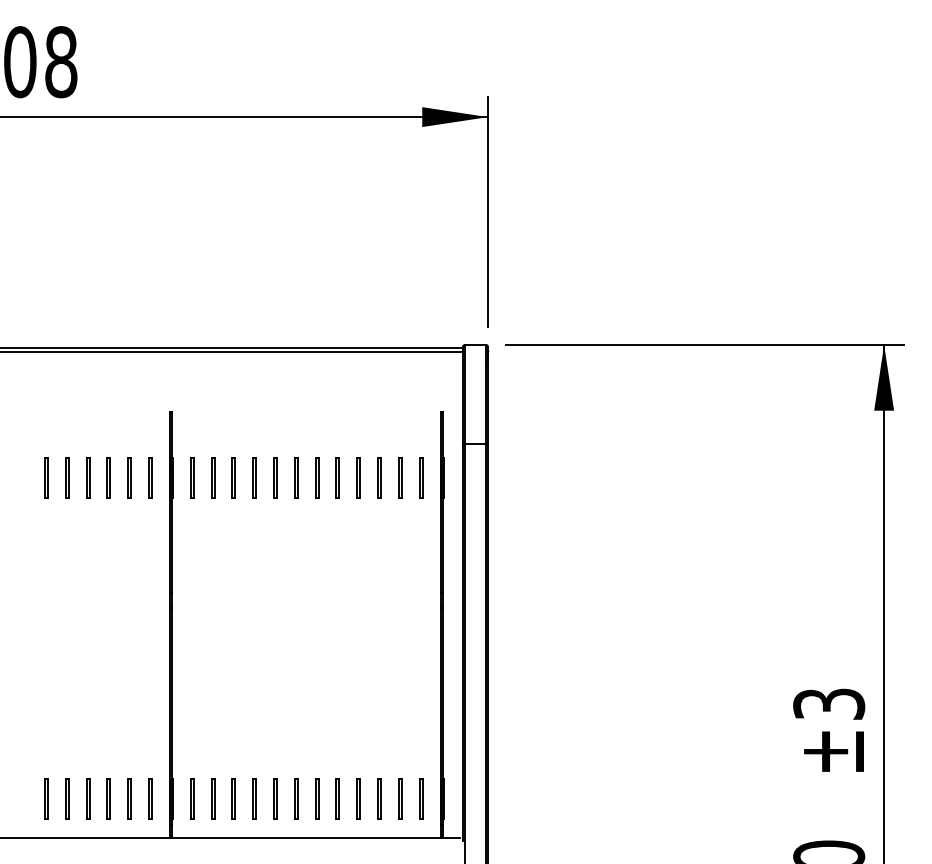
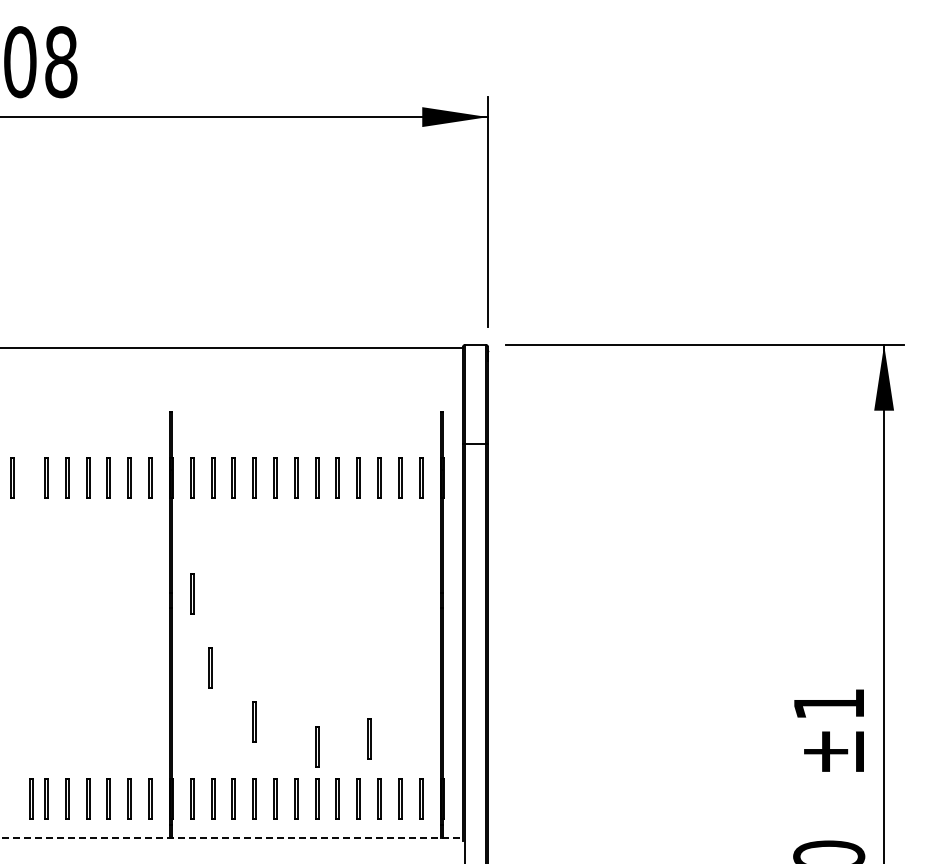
line at (232, 351): present -> none
line at (11, 477): none -> present
line at (191, 593): none -> present
line at (209, 667): none -> present
text at (829, 703): ±3 -> ±1
line at (253, 721): none -> present
line at (368, 738): none -> present
line at (316, 746): none -> present
line at (30, 798): none -> present
line at (229, 837): solid -> dashed
